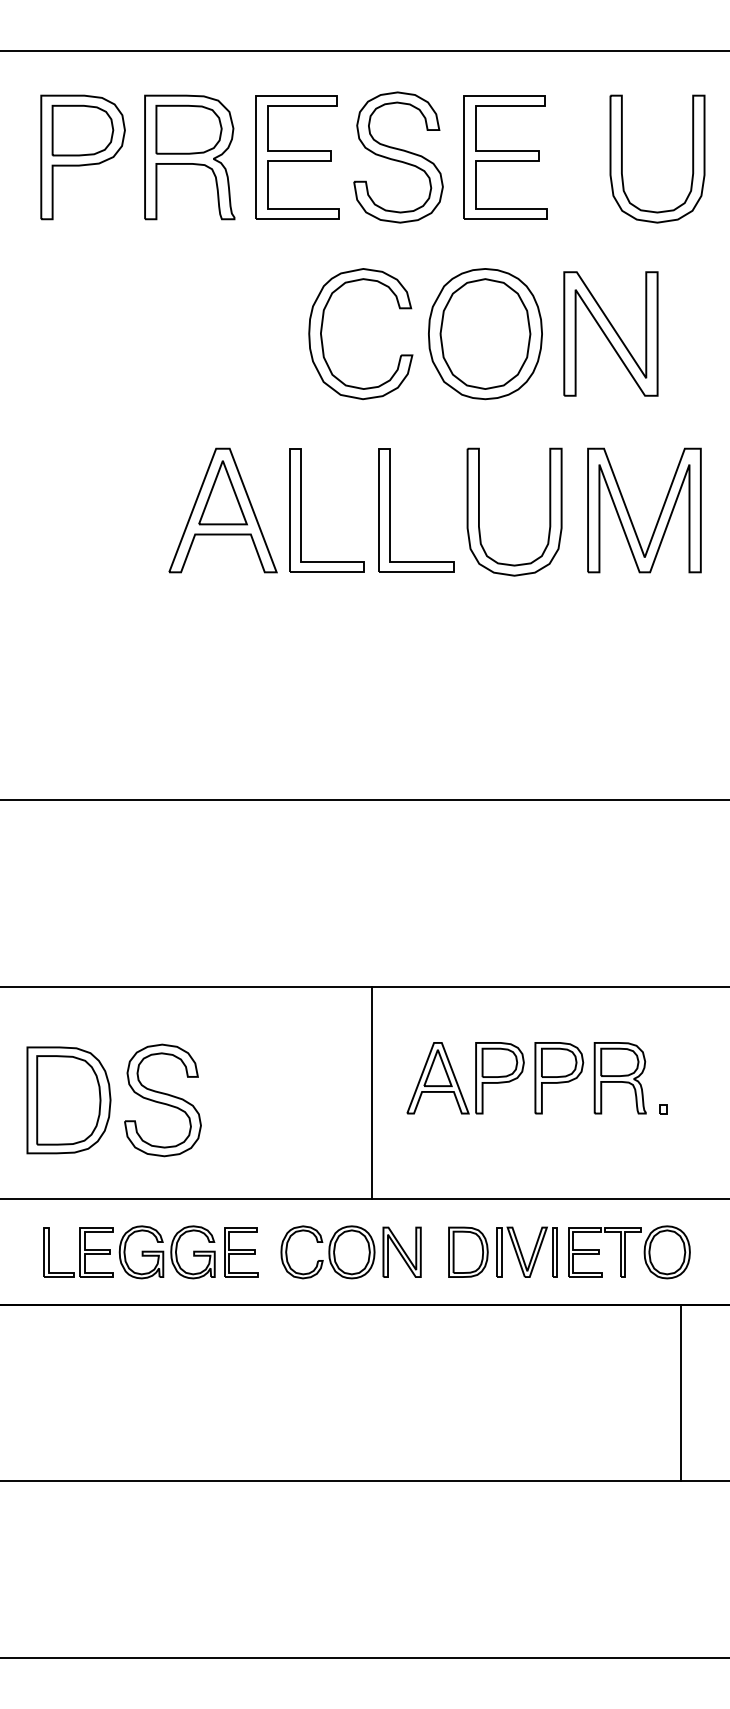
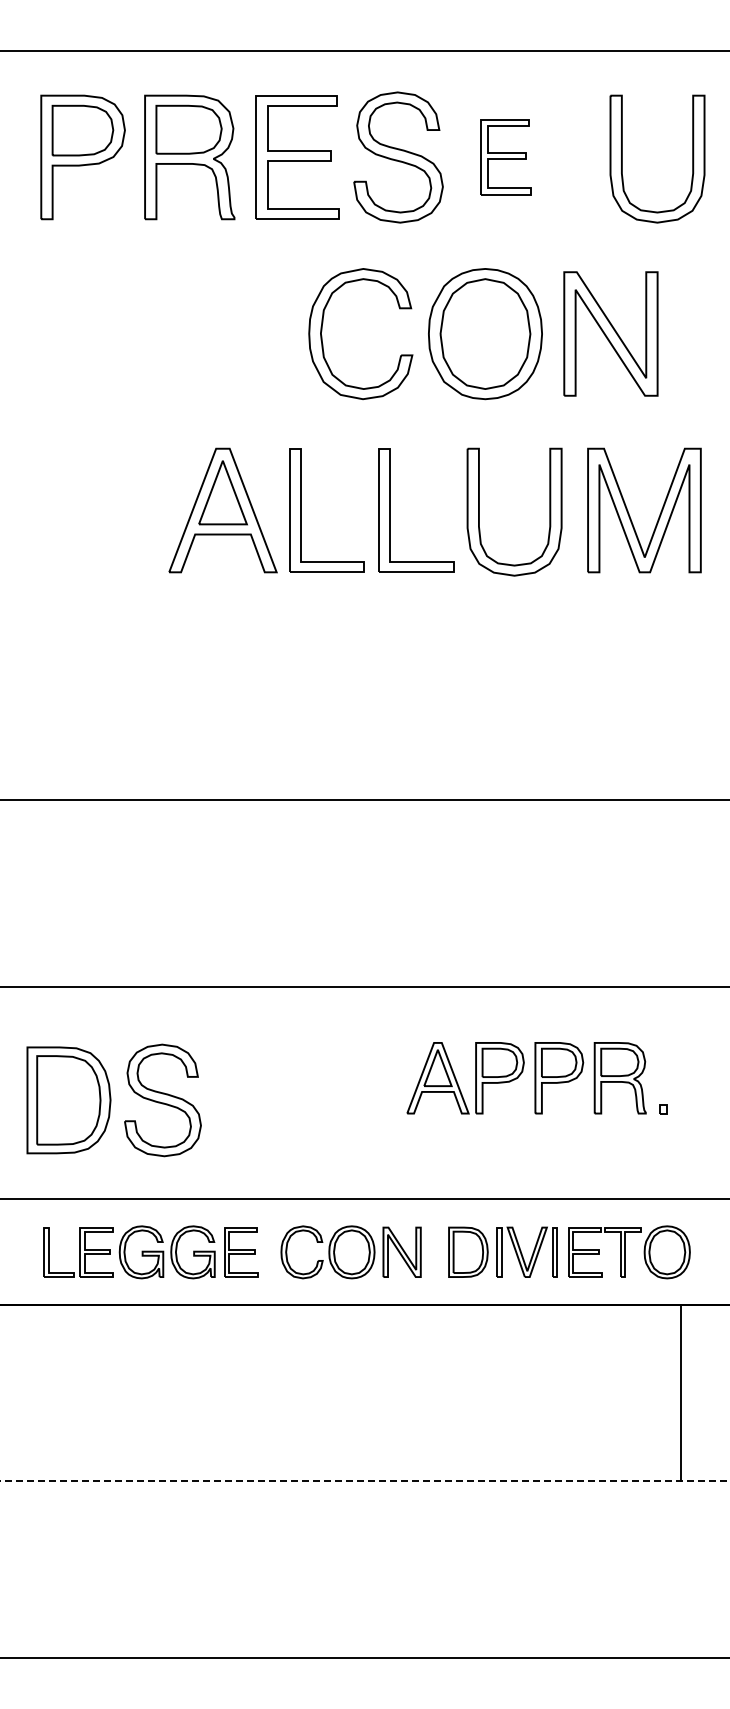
part at (505, 157) size: 85x125 px -> 52x77 px
line at (372, 1092): present -> none
line at (365, 1481): solid -> dashed
